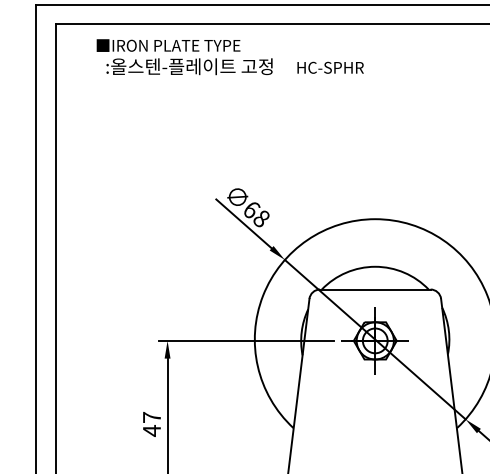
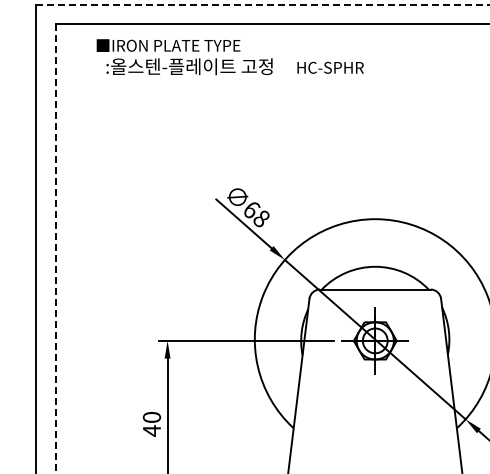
line at (263, 4): solid -> dashed
line at (55, 249): solid -> dashed
text at (151, 416): 47 -> 40
